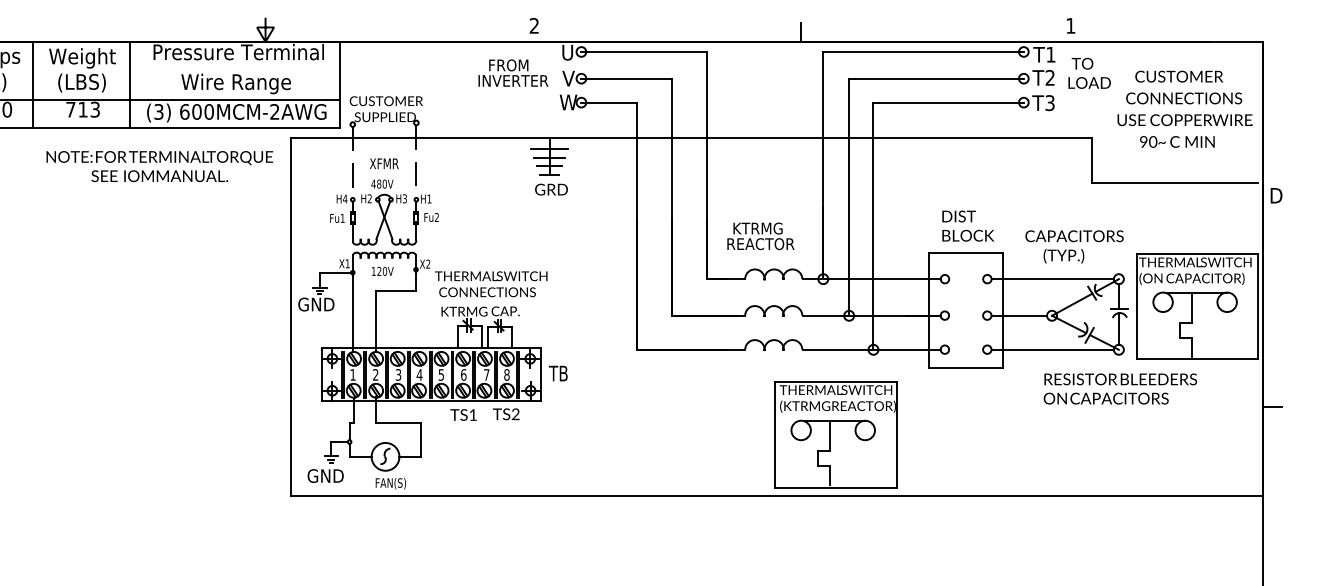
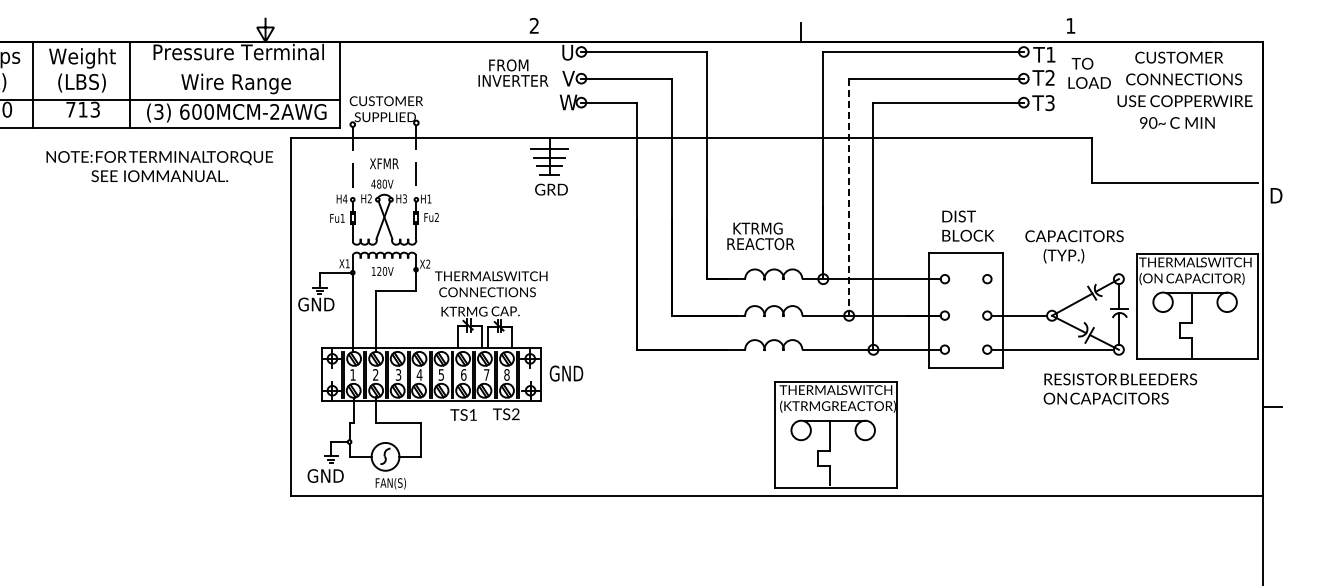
text at (1184, 108) position: (1184, 108) -> (1184, 89)
line at (849, 197): solid -> dashed
line at (1052, 279): present -> none
text at (565, 373): TB -> GND
